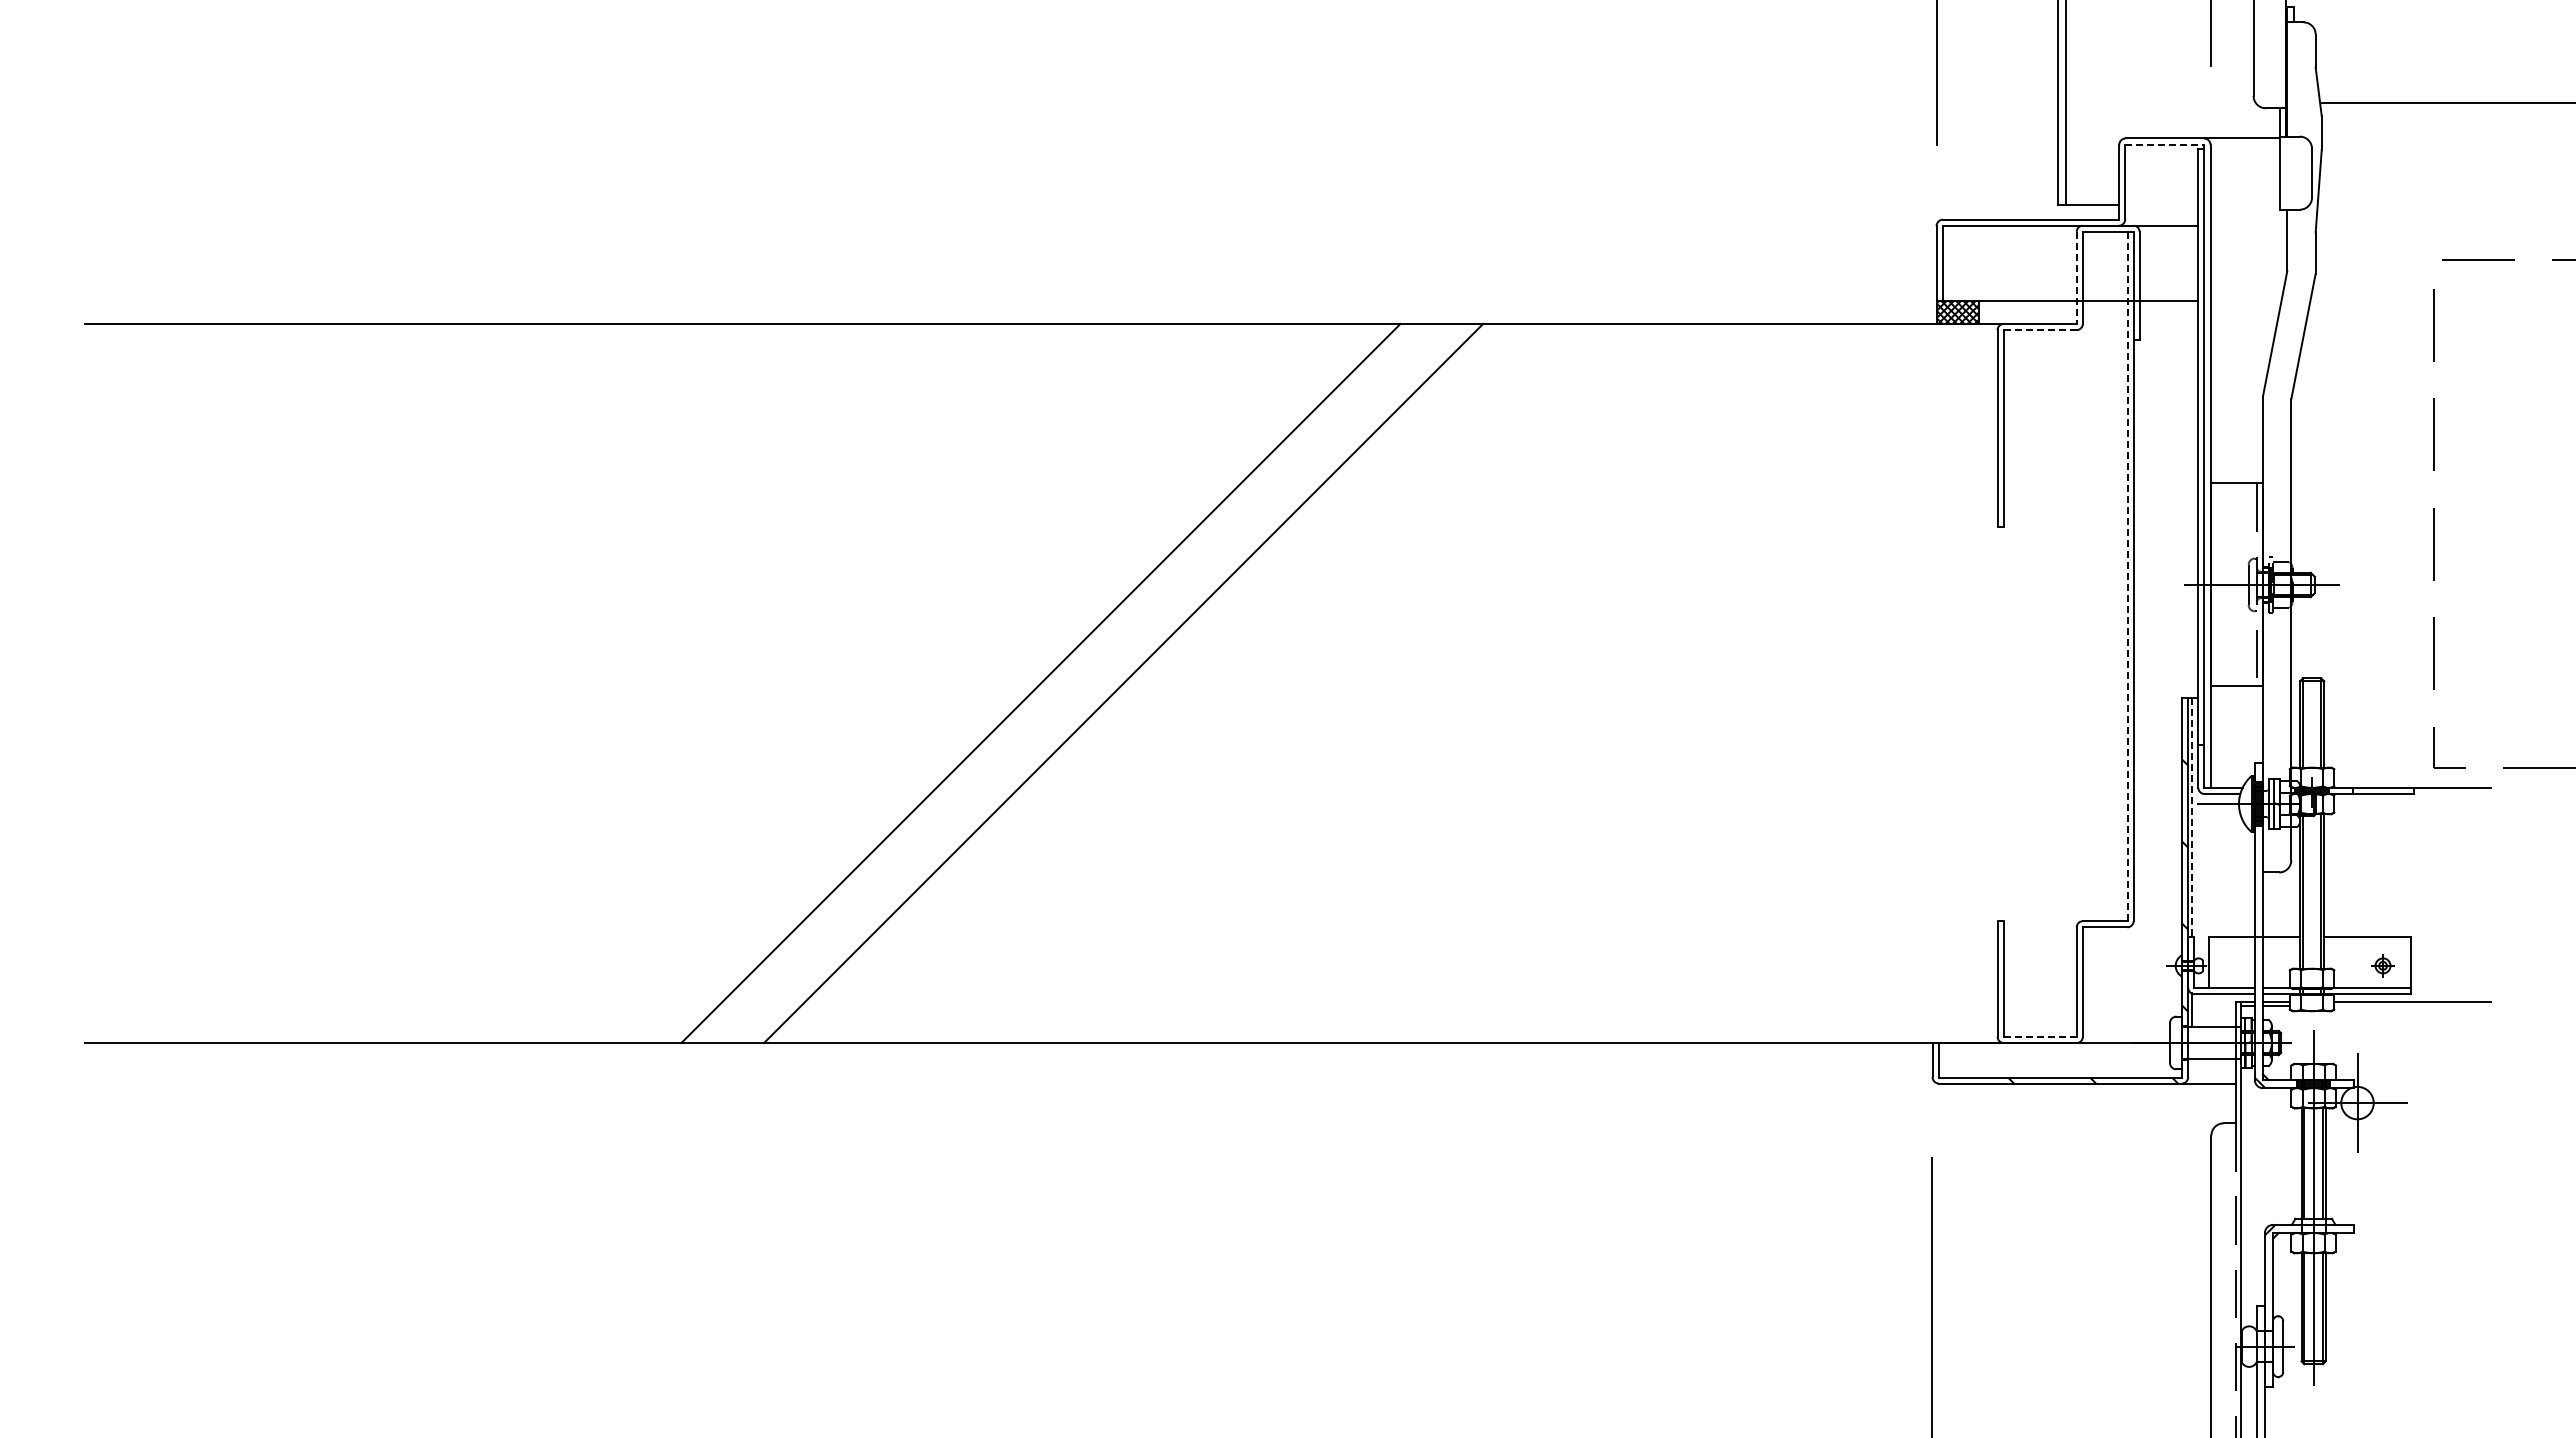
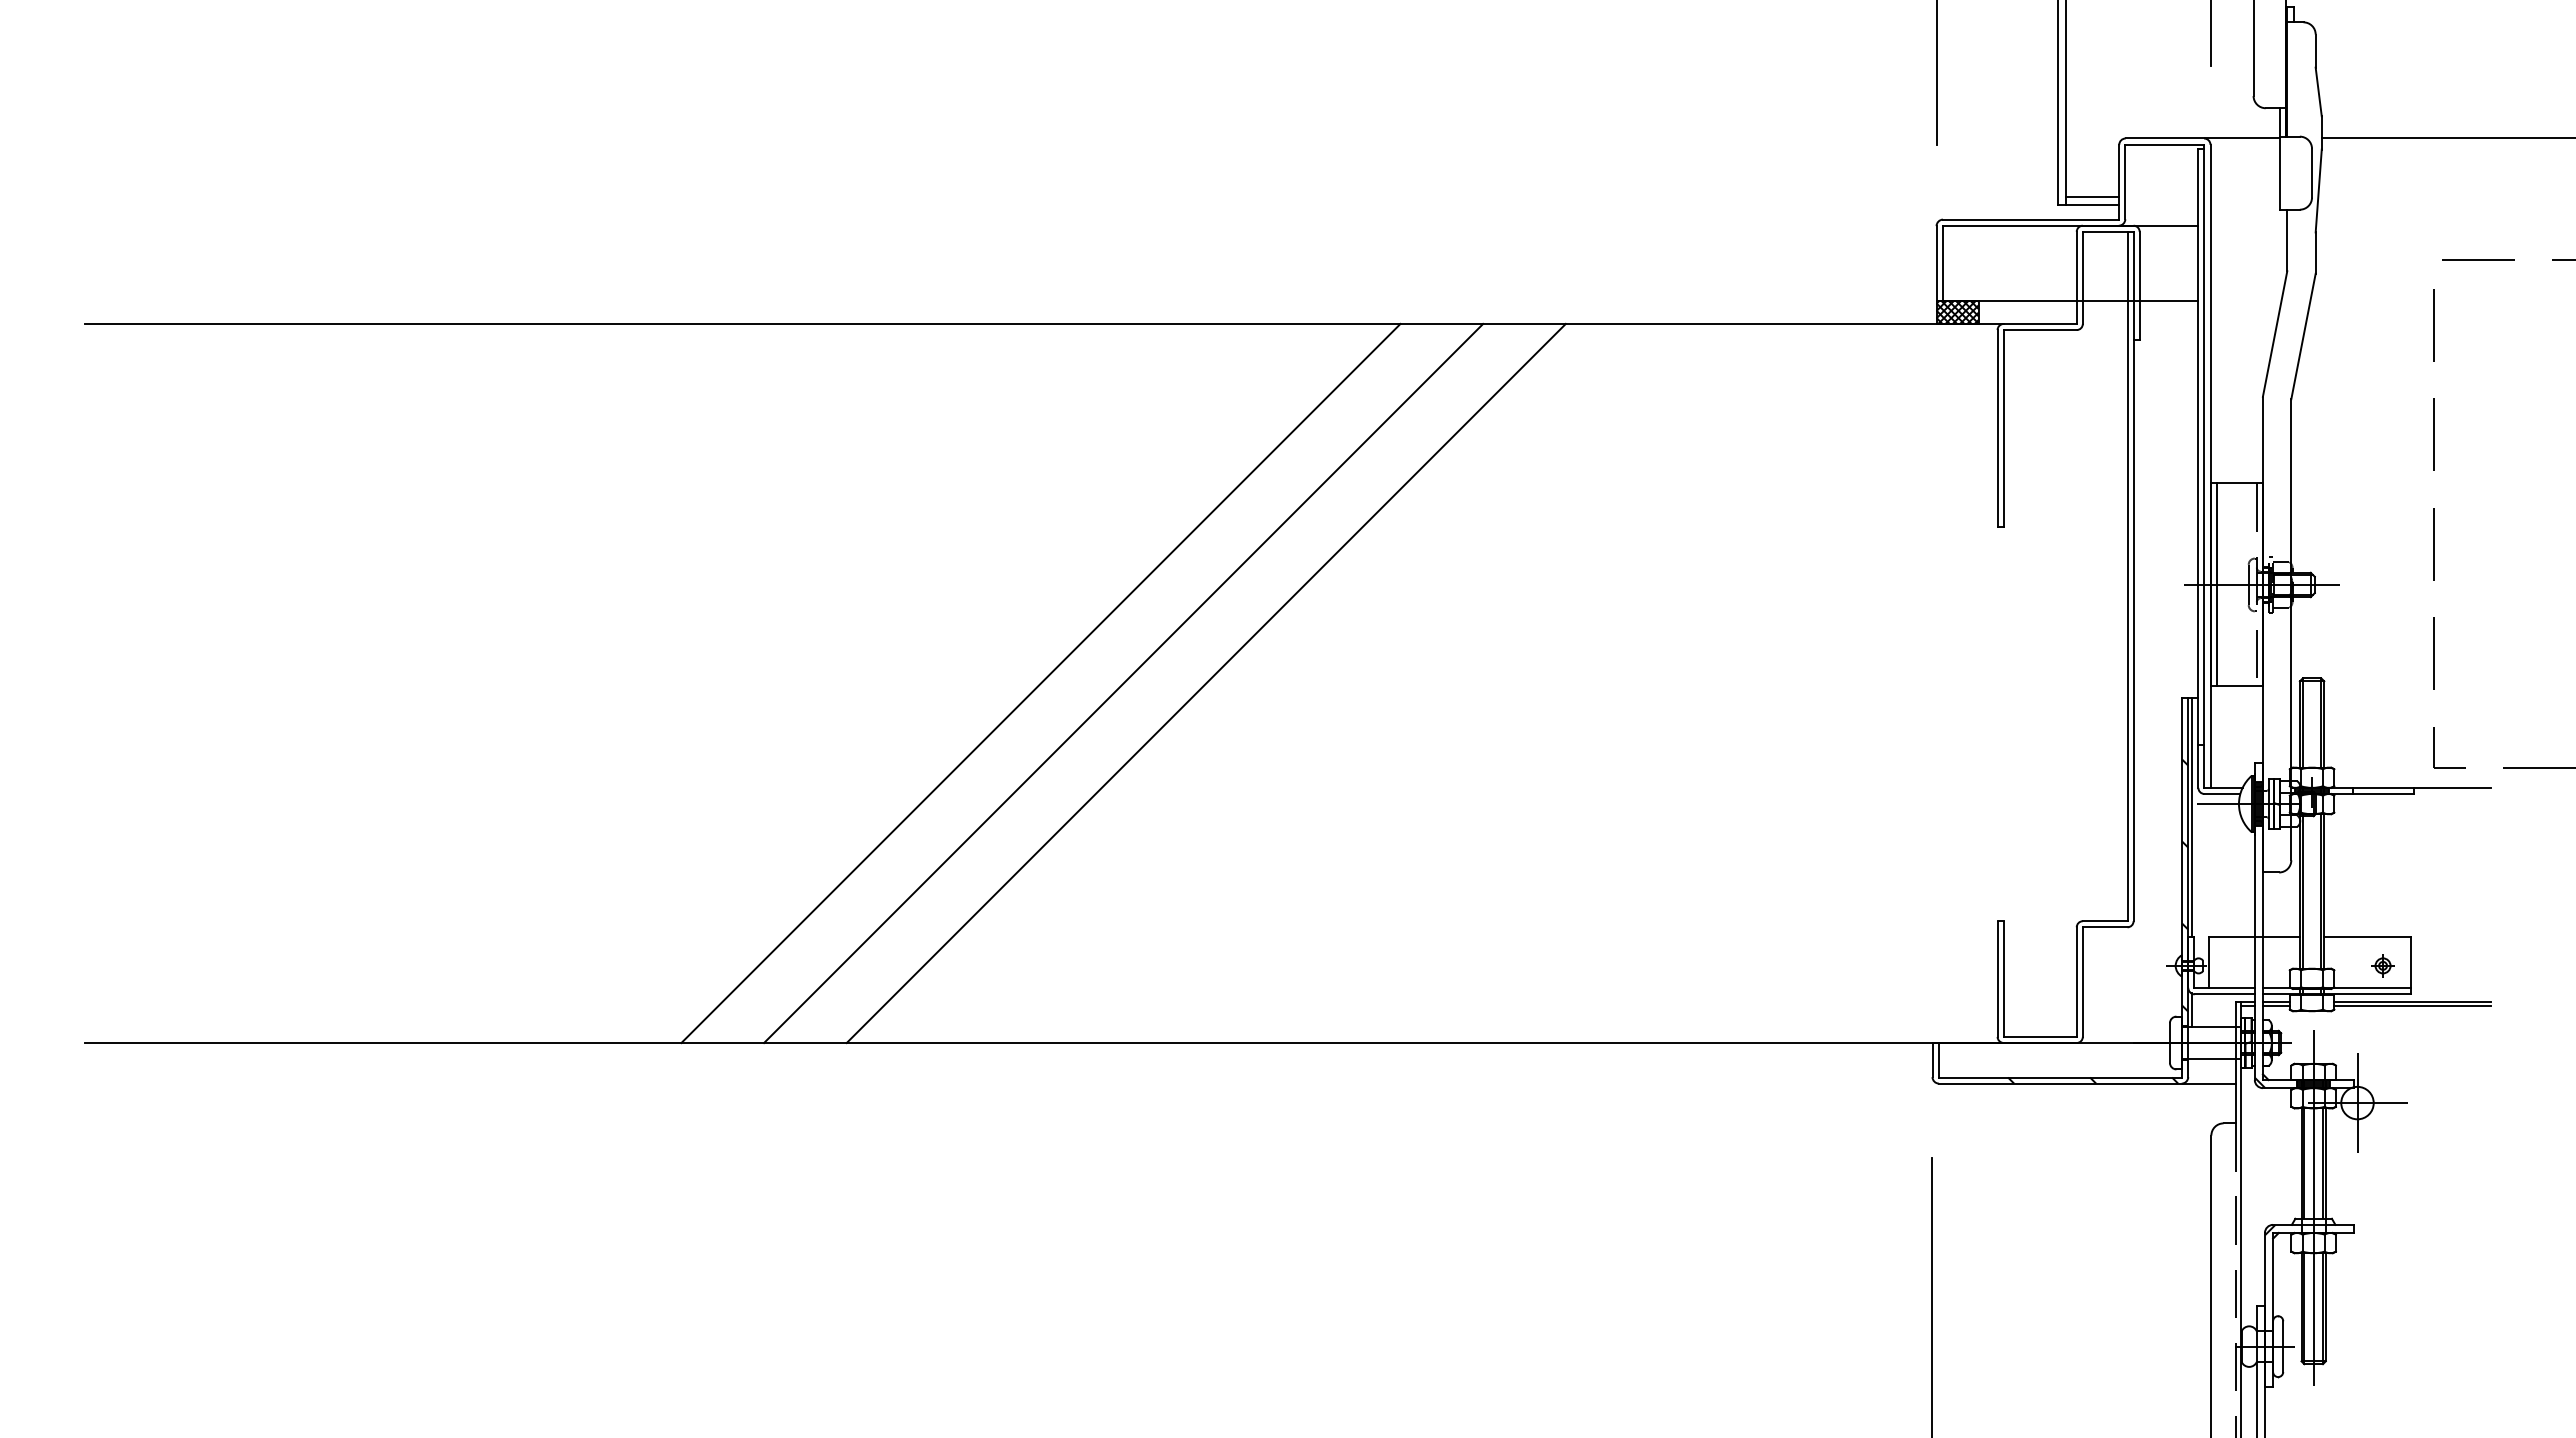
line at (2446, 103) position: (2446, 103) -> (2446, 138)
line at (2164, 144): dashed -> solid
line at (2092, 197): none -> present
line at (2076, 278): dashed -> solid
line at (2040, 330): dashed -> solid
line at (2127, 576): dashed -> solid
line at (2216, 584): none -> present
line at (1205, 683): none -> present
line at (2192, 817): dashed -> solid
line at (2412, 1006): none -> present
line at (2040, 1036): dashed -> solid
